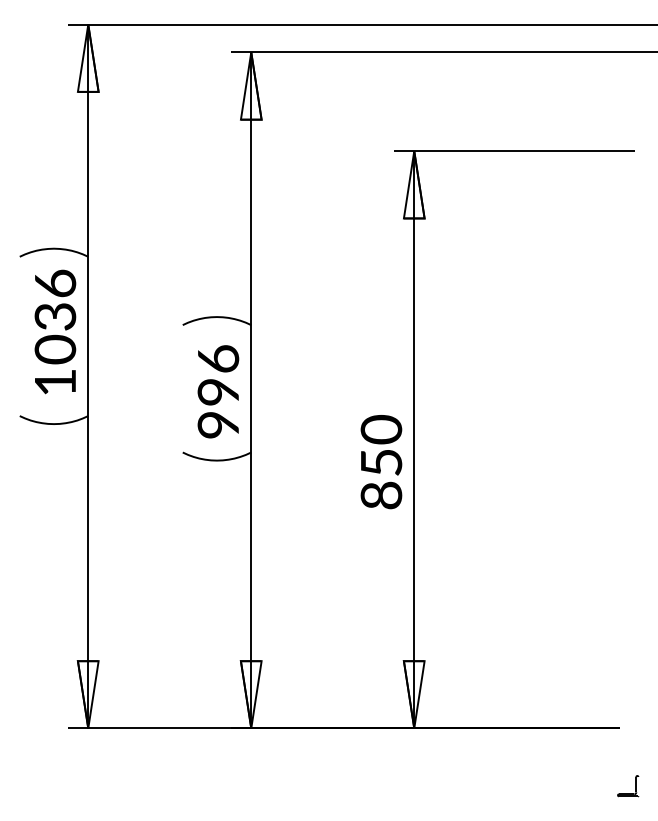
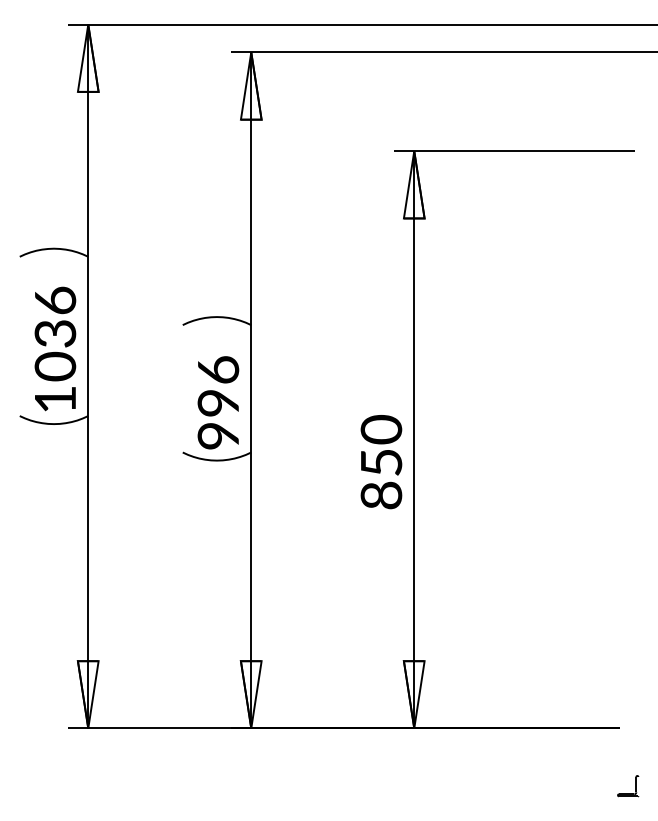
text at (55, 331) position: (55, 331) -> (55, 348)
text at (218, 391) position: (218, 391) -> (218, 402)
